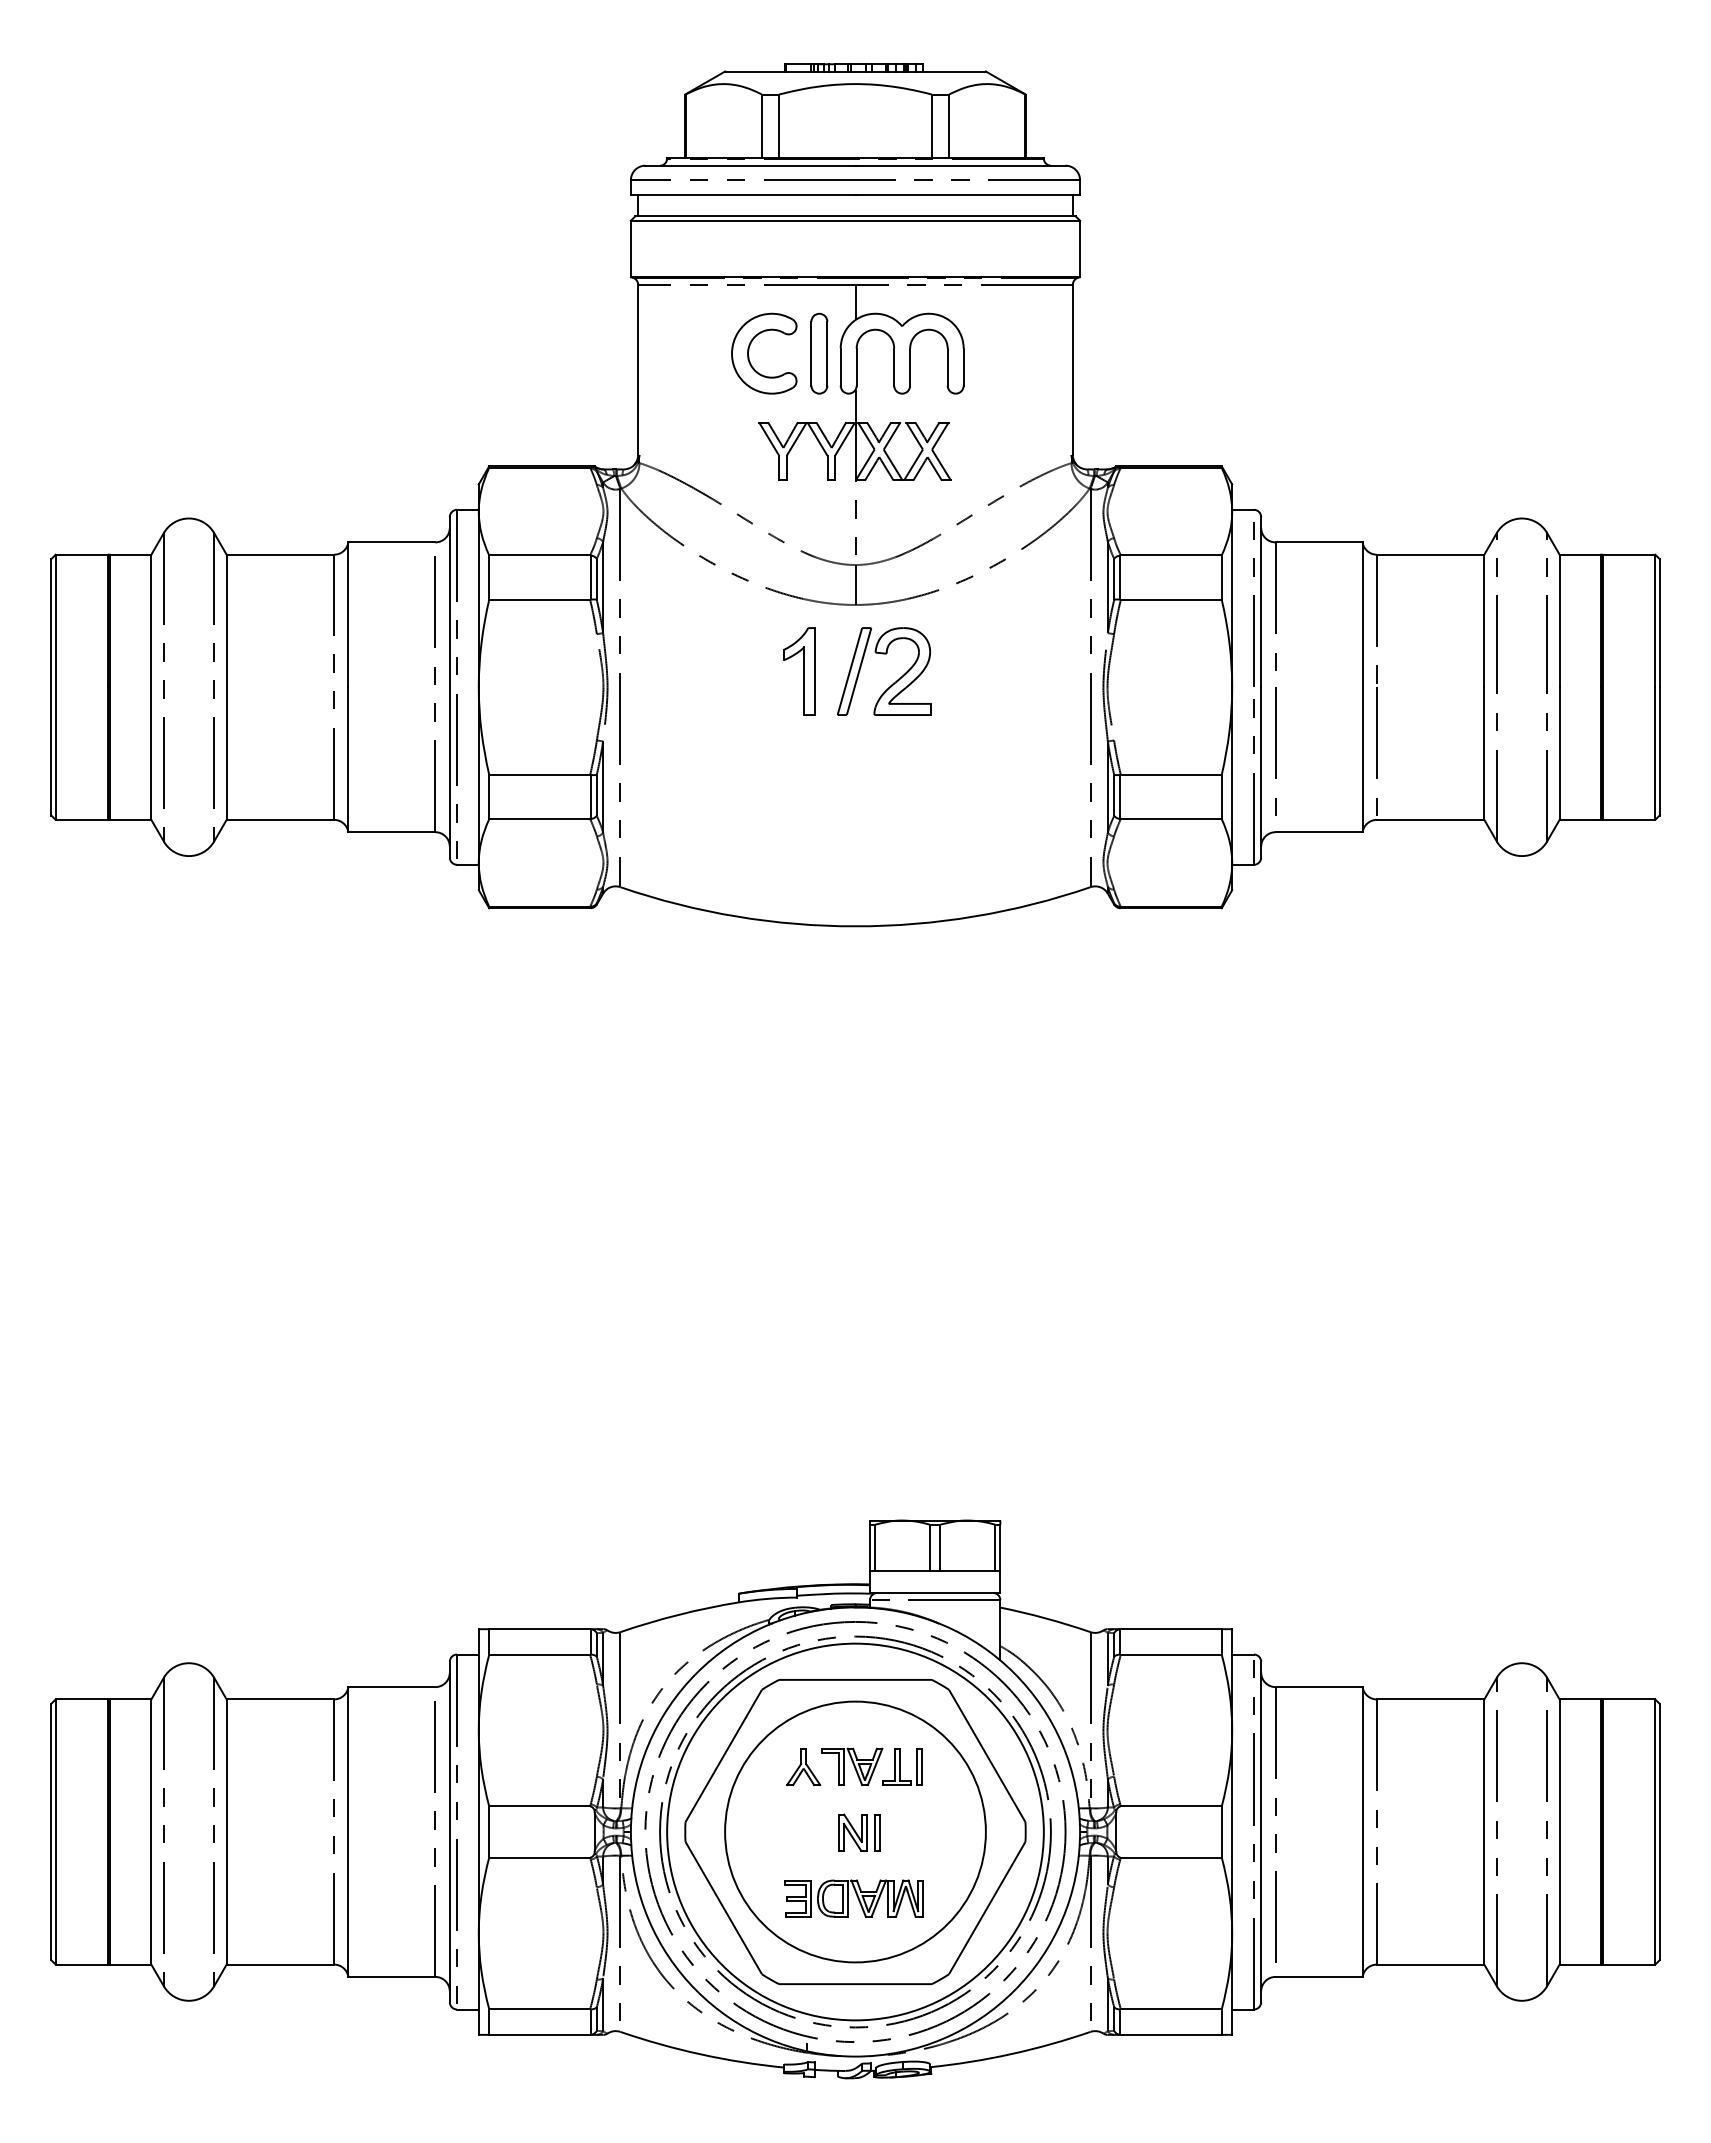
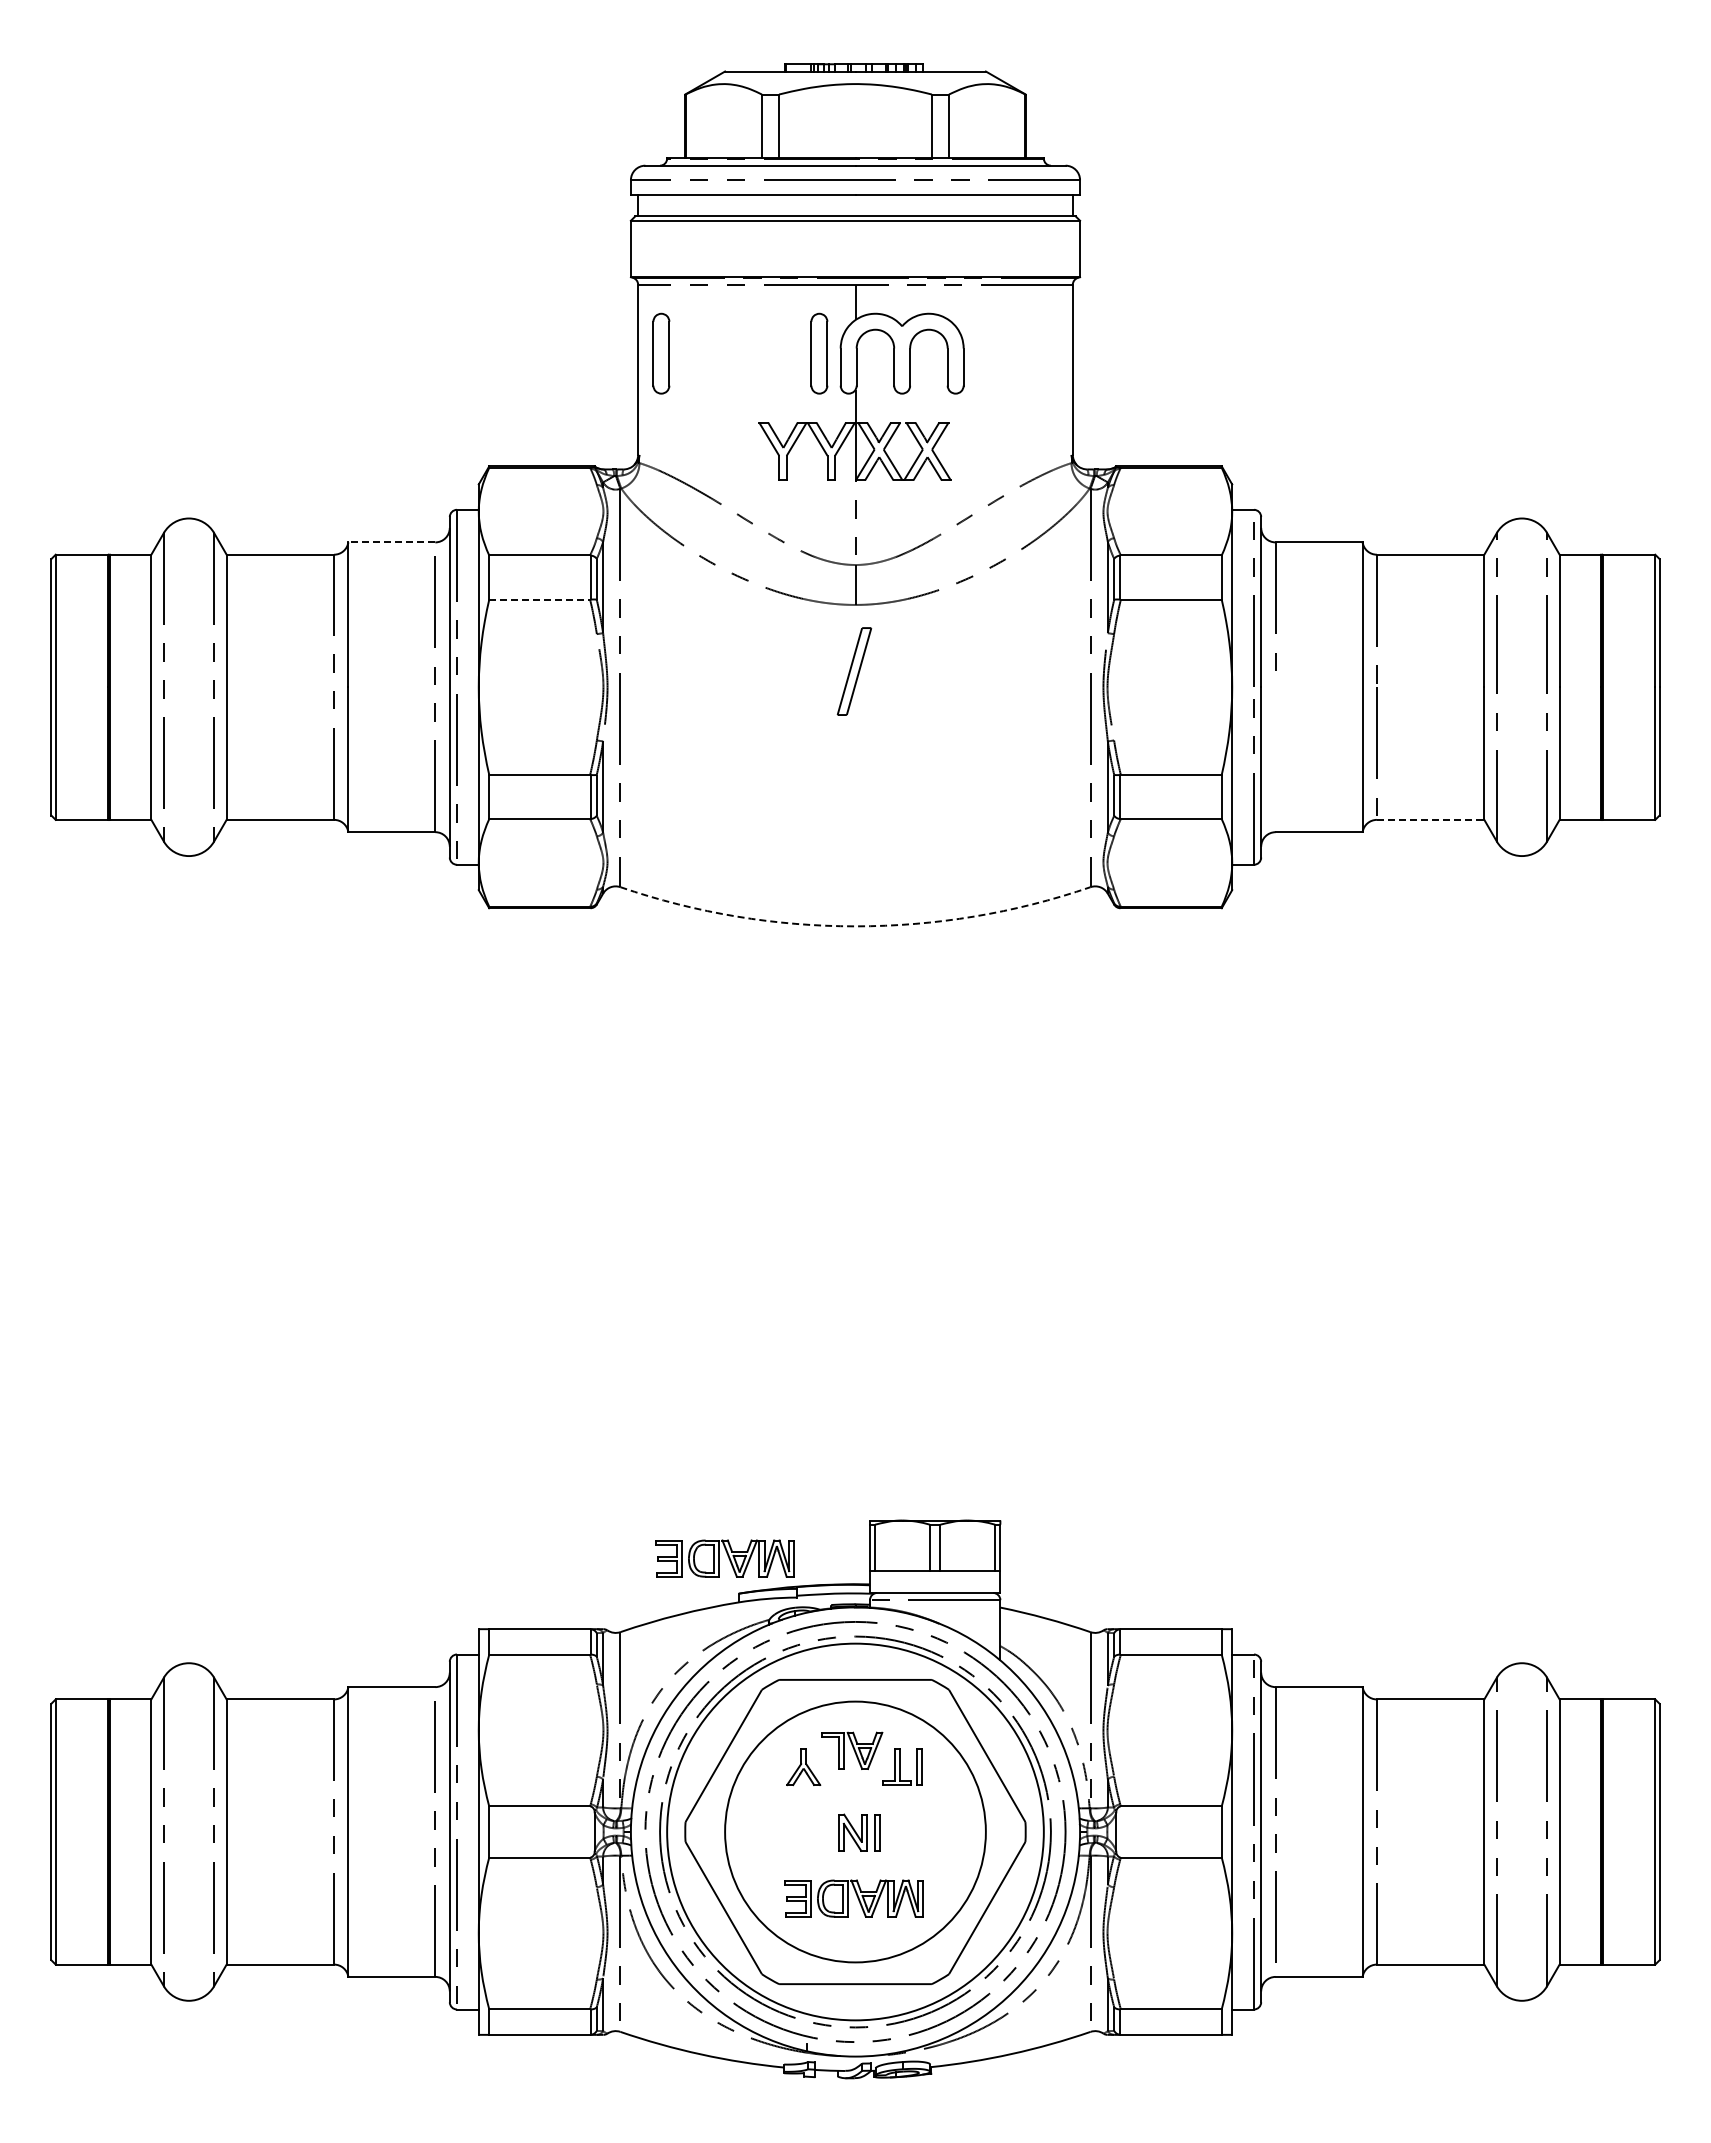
part at (749, 350): present -> none
part at (661, 353): none -> present
line at (391, 542): solid -> dashed
line at (540, 599): solid -> dashed
part at (799, 671): present -> none
part at (902, 671): present -> none
line at (1275, 751): present -> none
line at (1430, 819): solid -> dashed
arc at (855, 926): solid -> dashed
part at (724, 1558): none -> present
part at (852, 1766) position: (852, 1766) -> (852, 1750)
